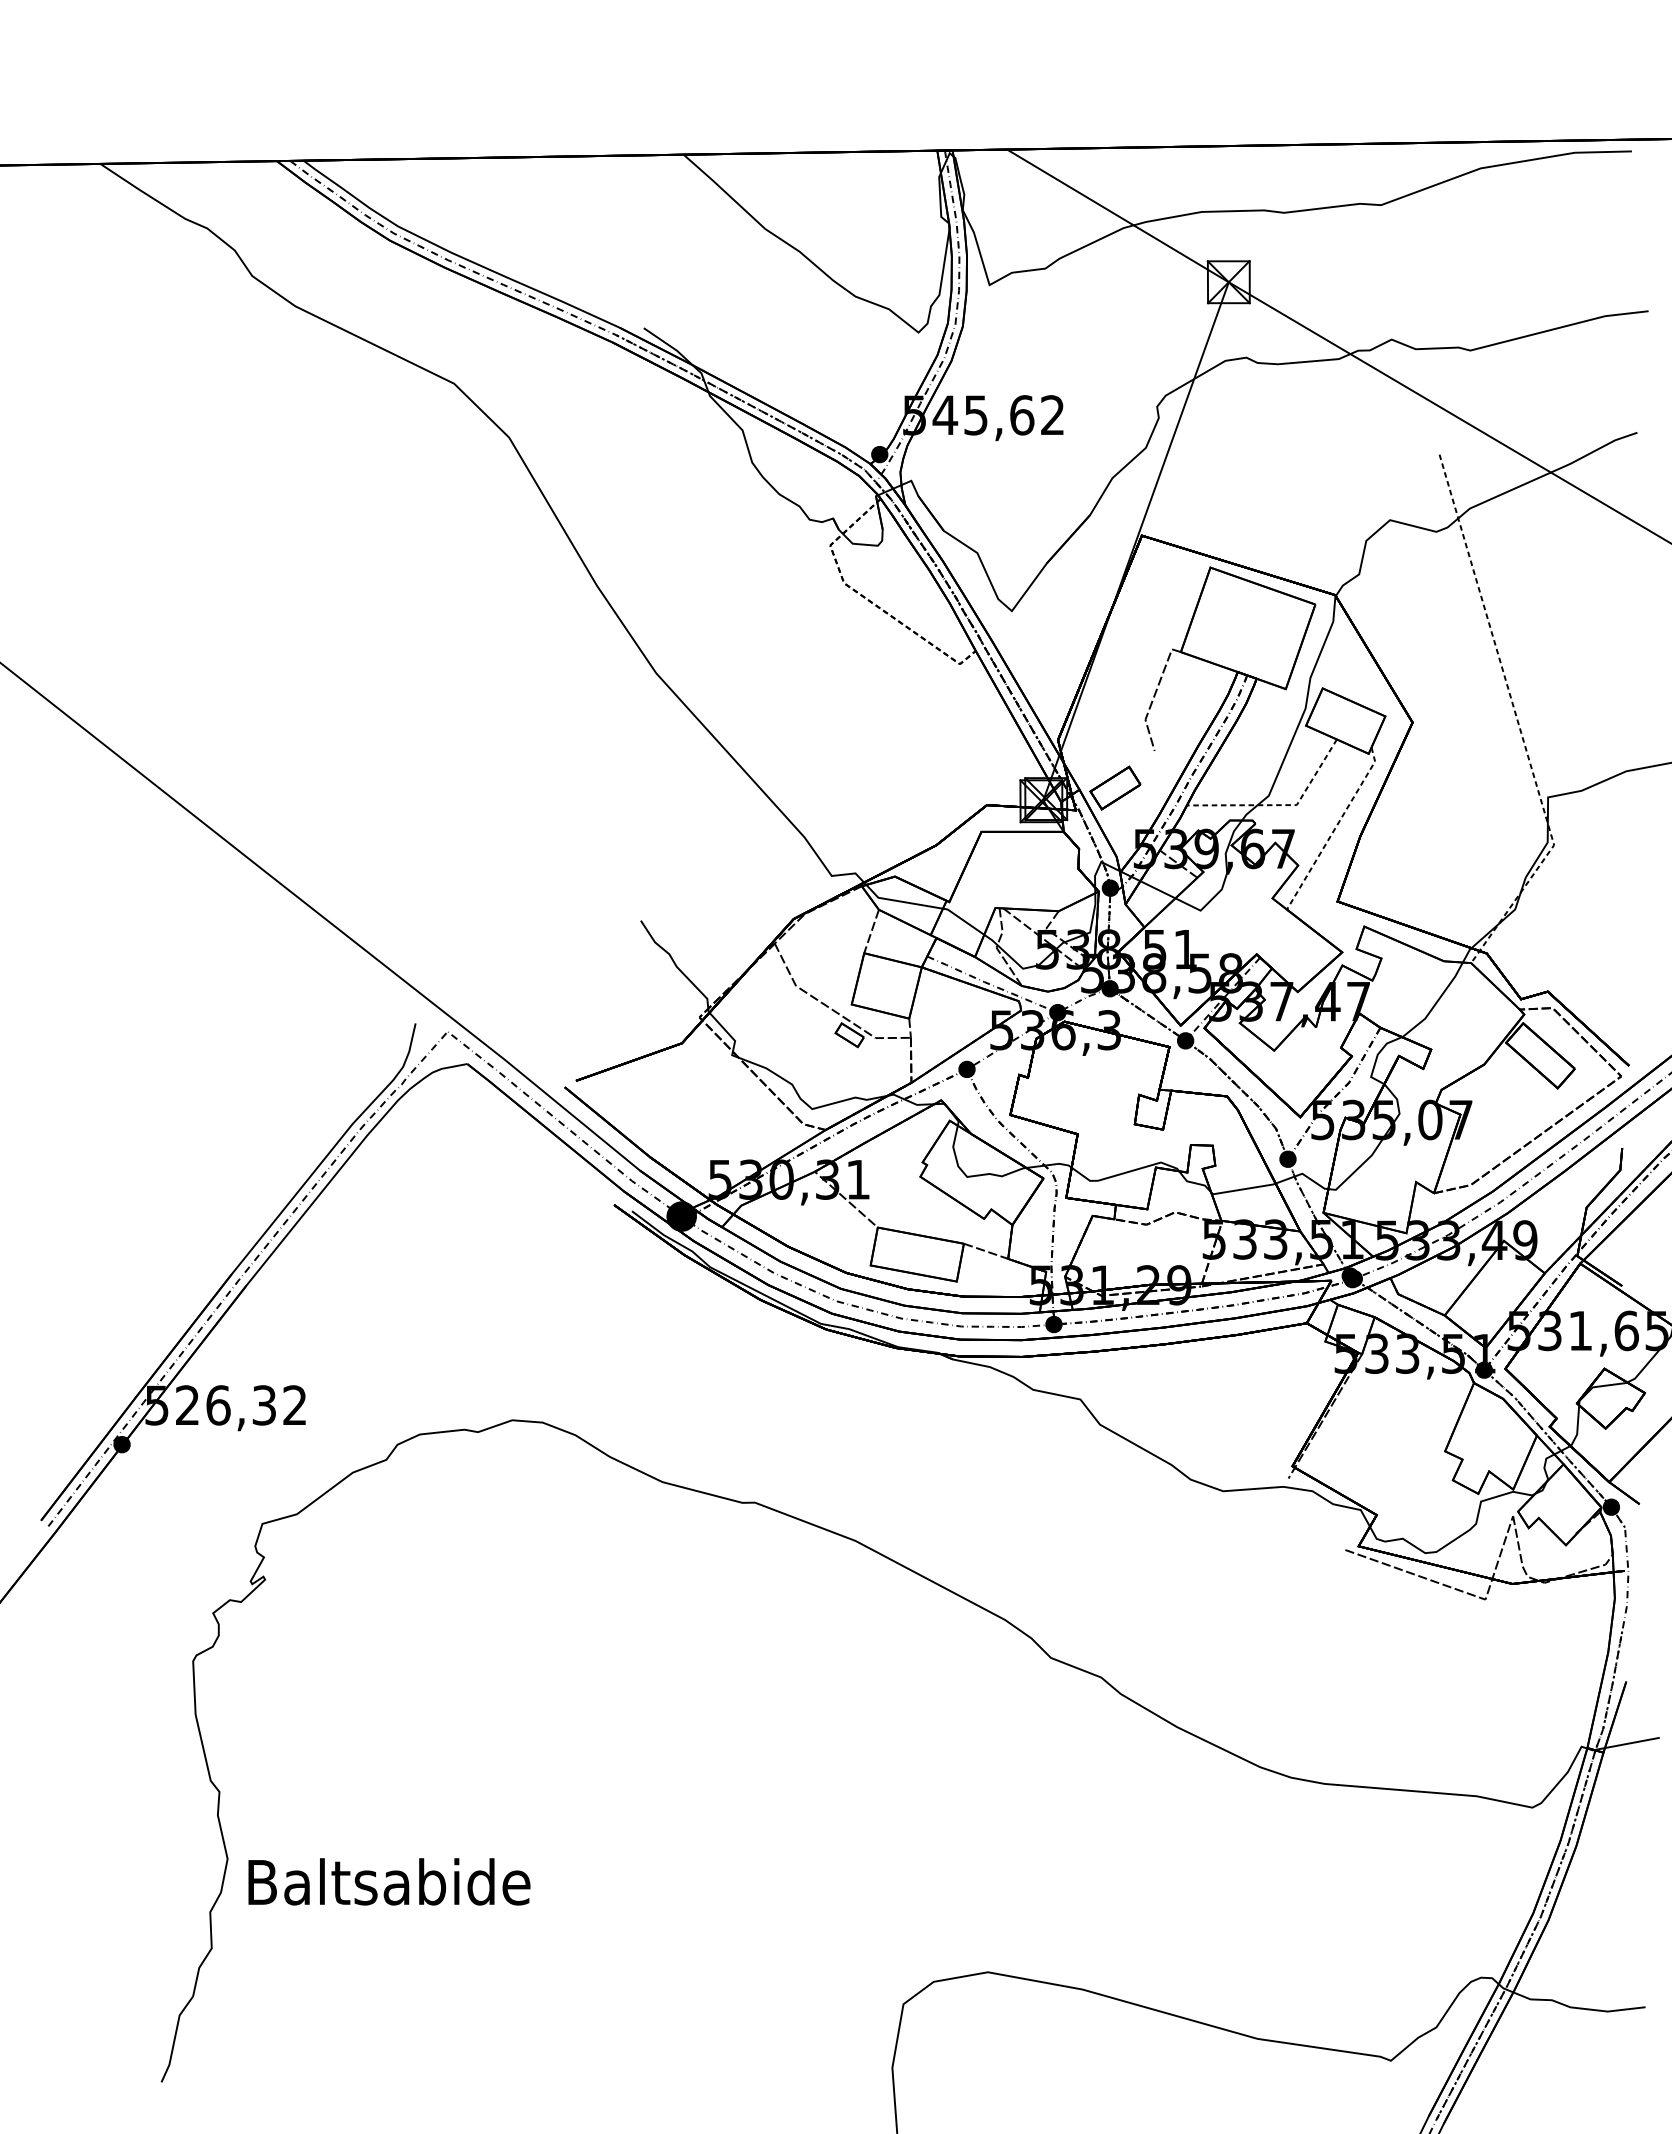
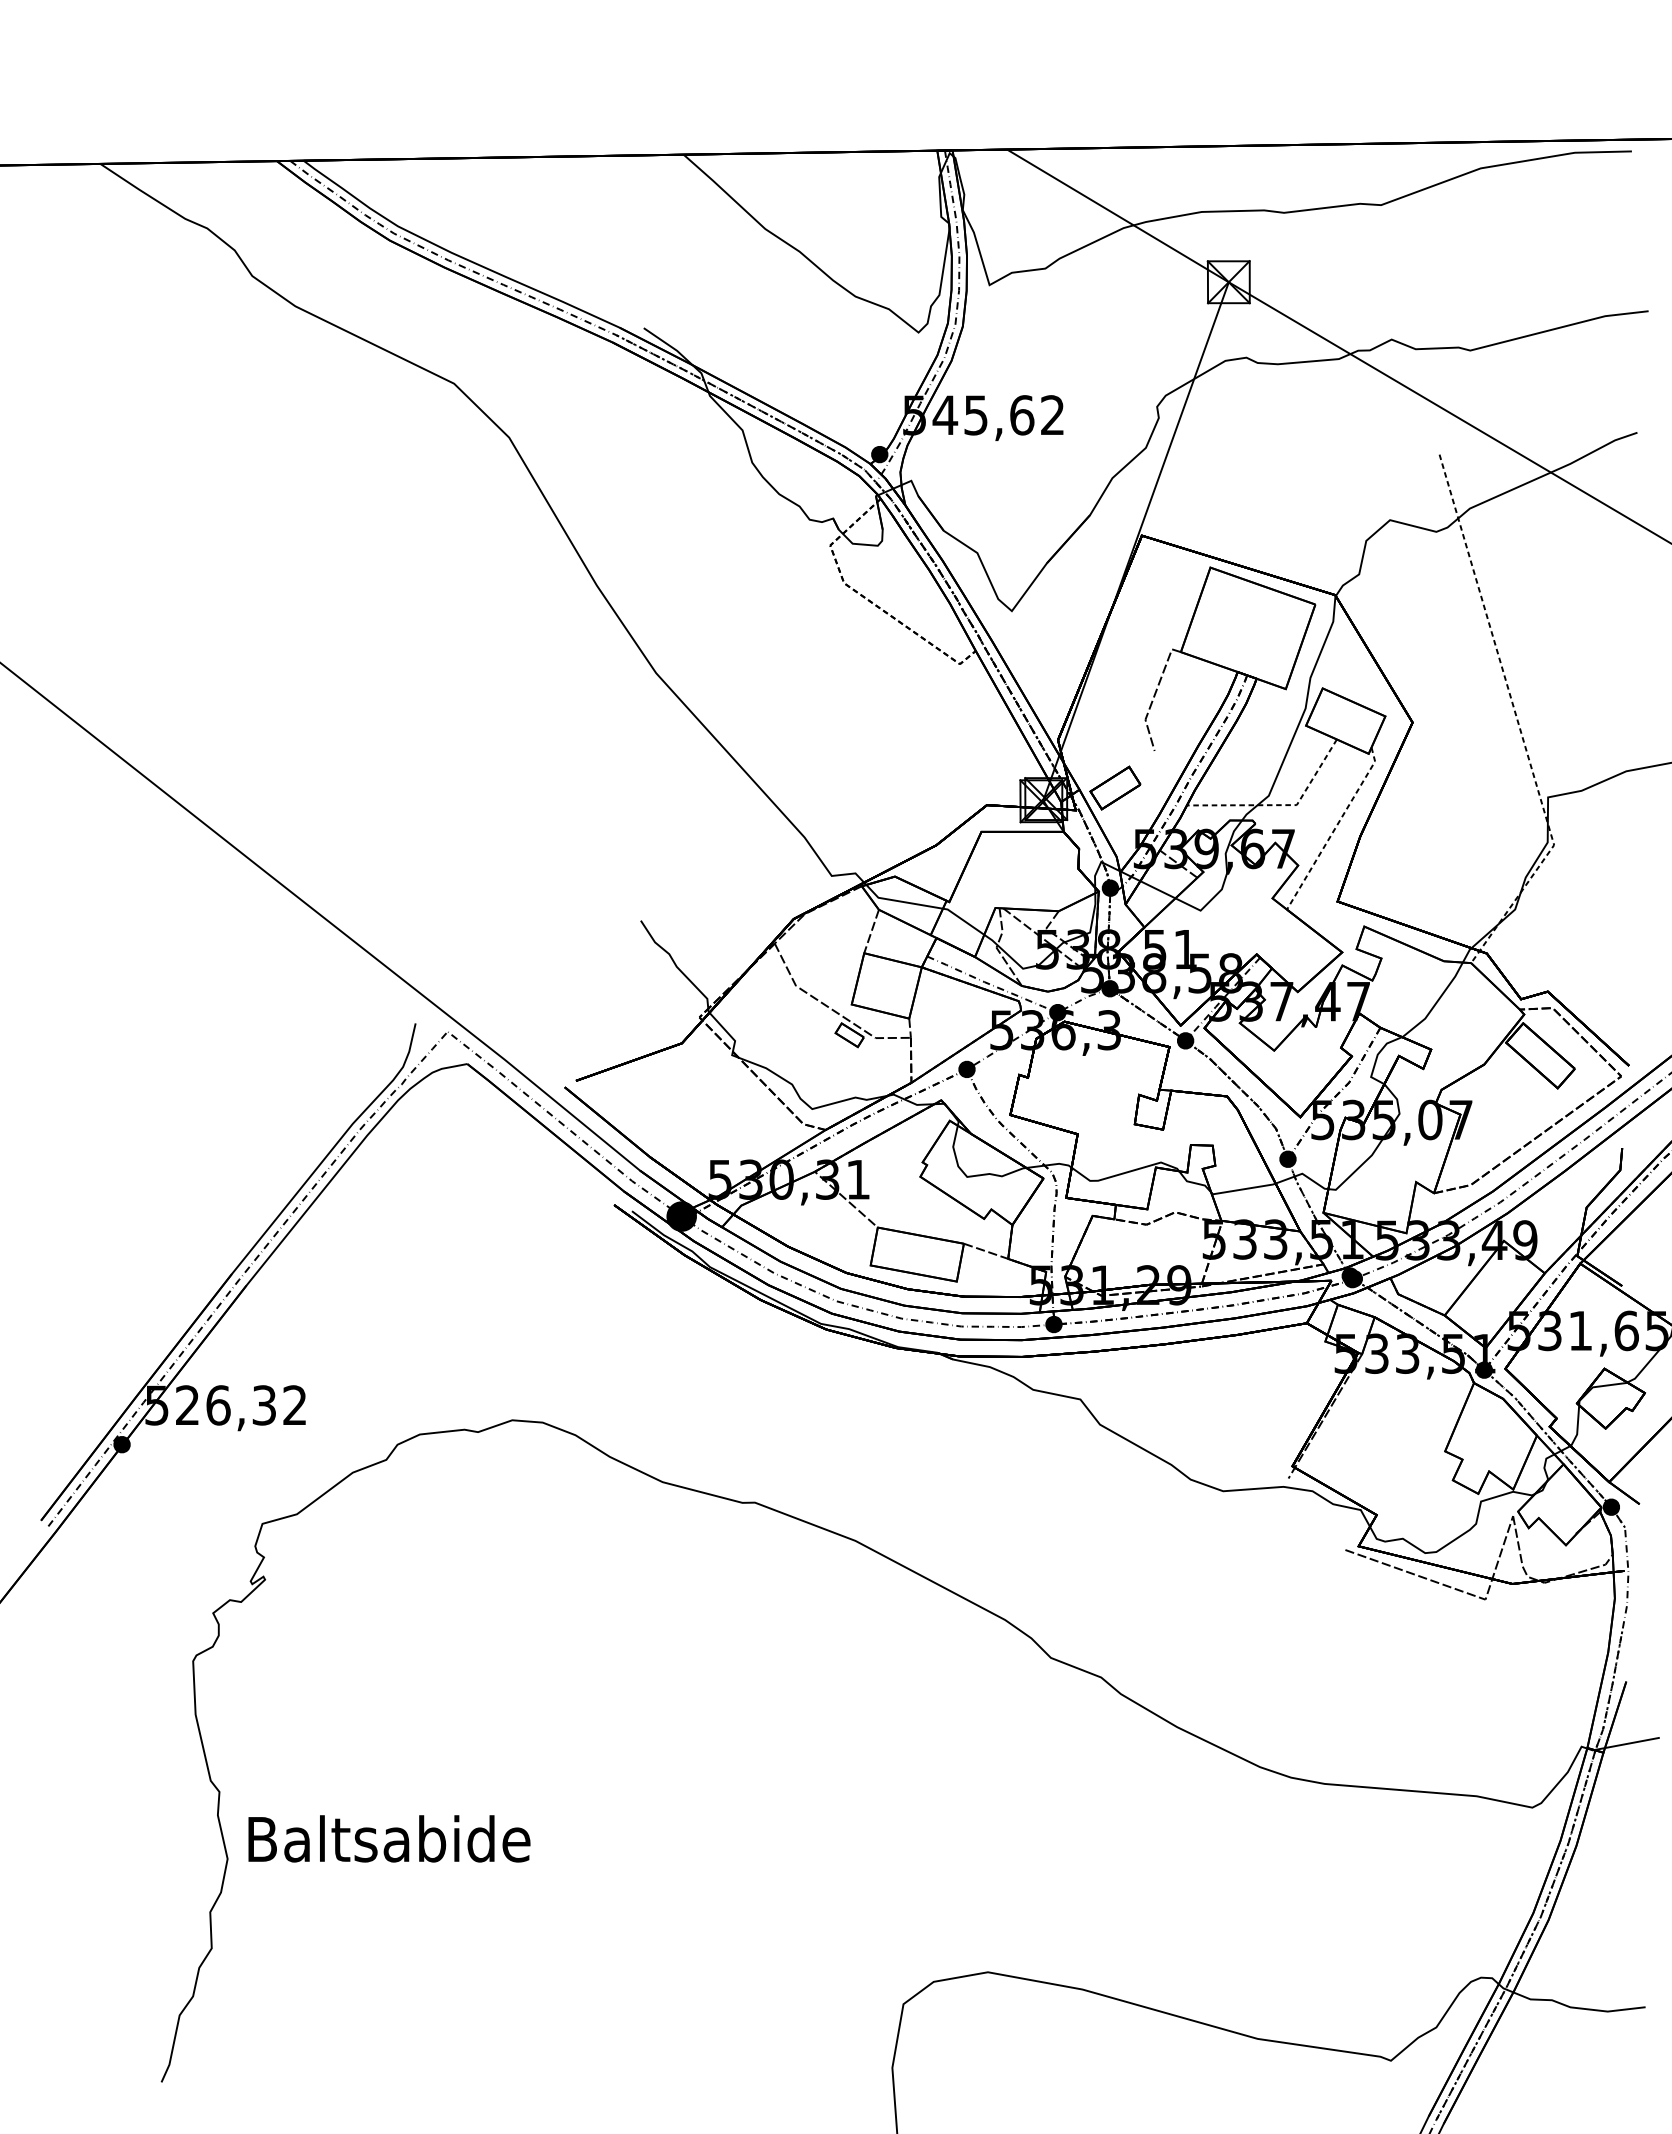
text at (389, 1881) position: (389, 1881) -> (389, 1838)
